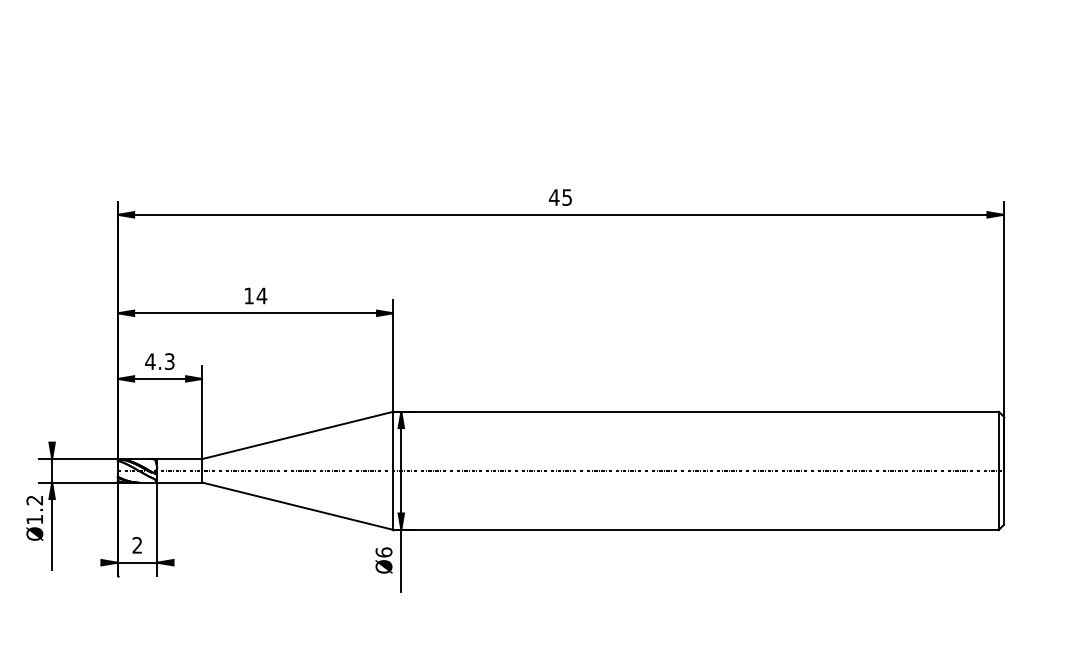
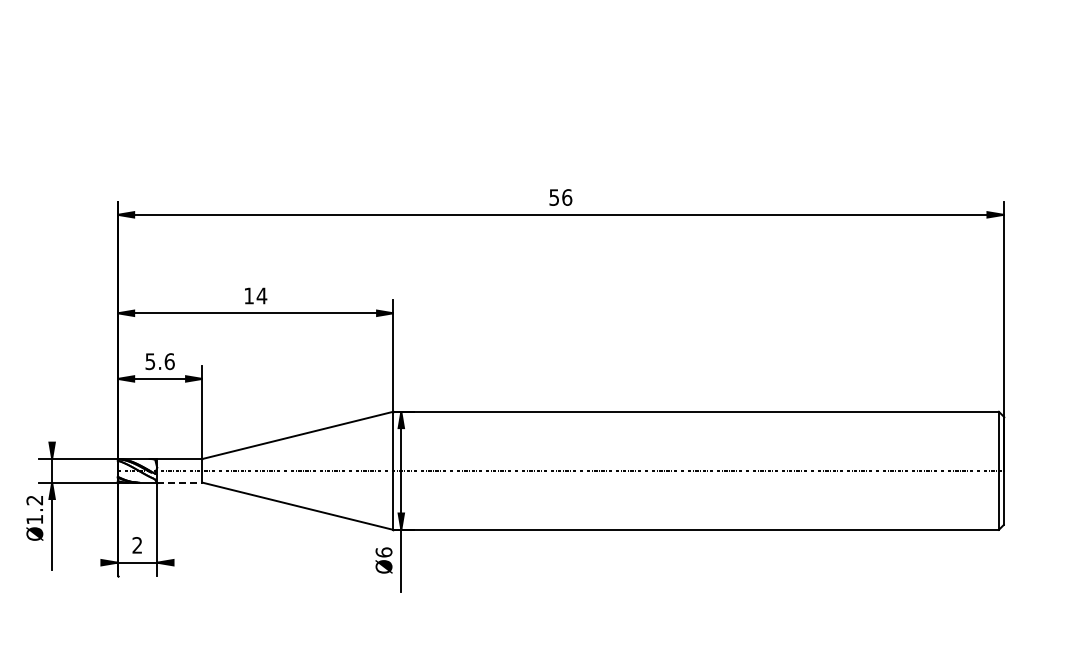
text at (560, 197): 45 -> 56
text at (159, 361): 4.3 -> 5.6
line at (179, 482): solid -> dashed
